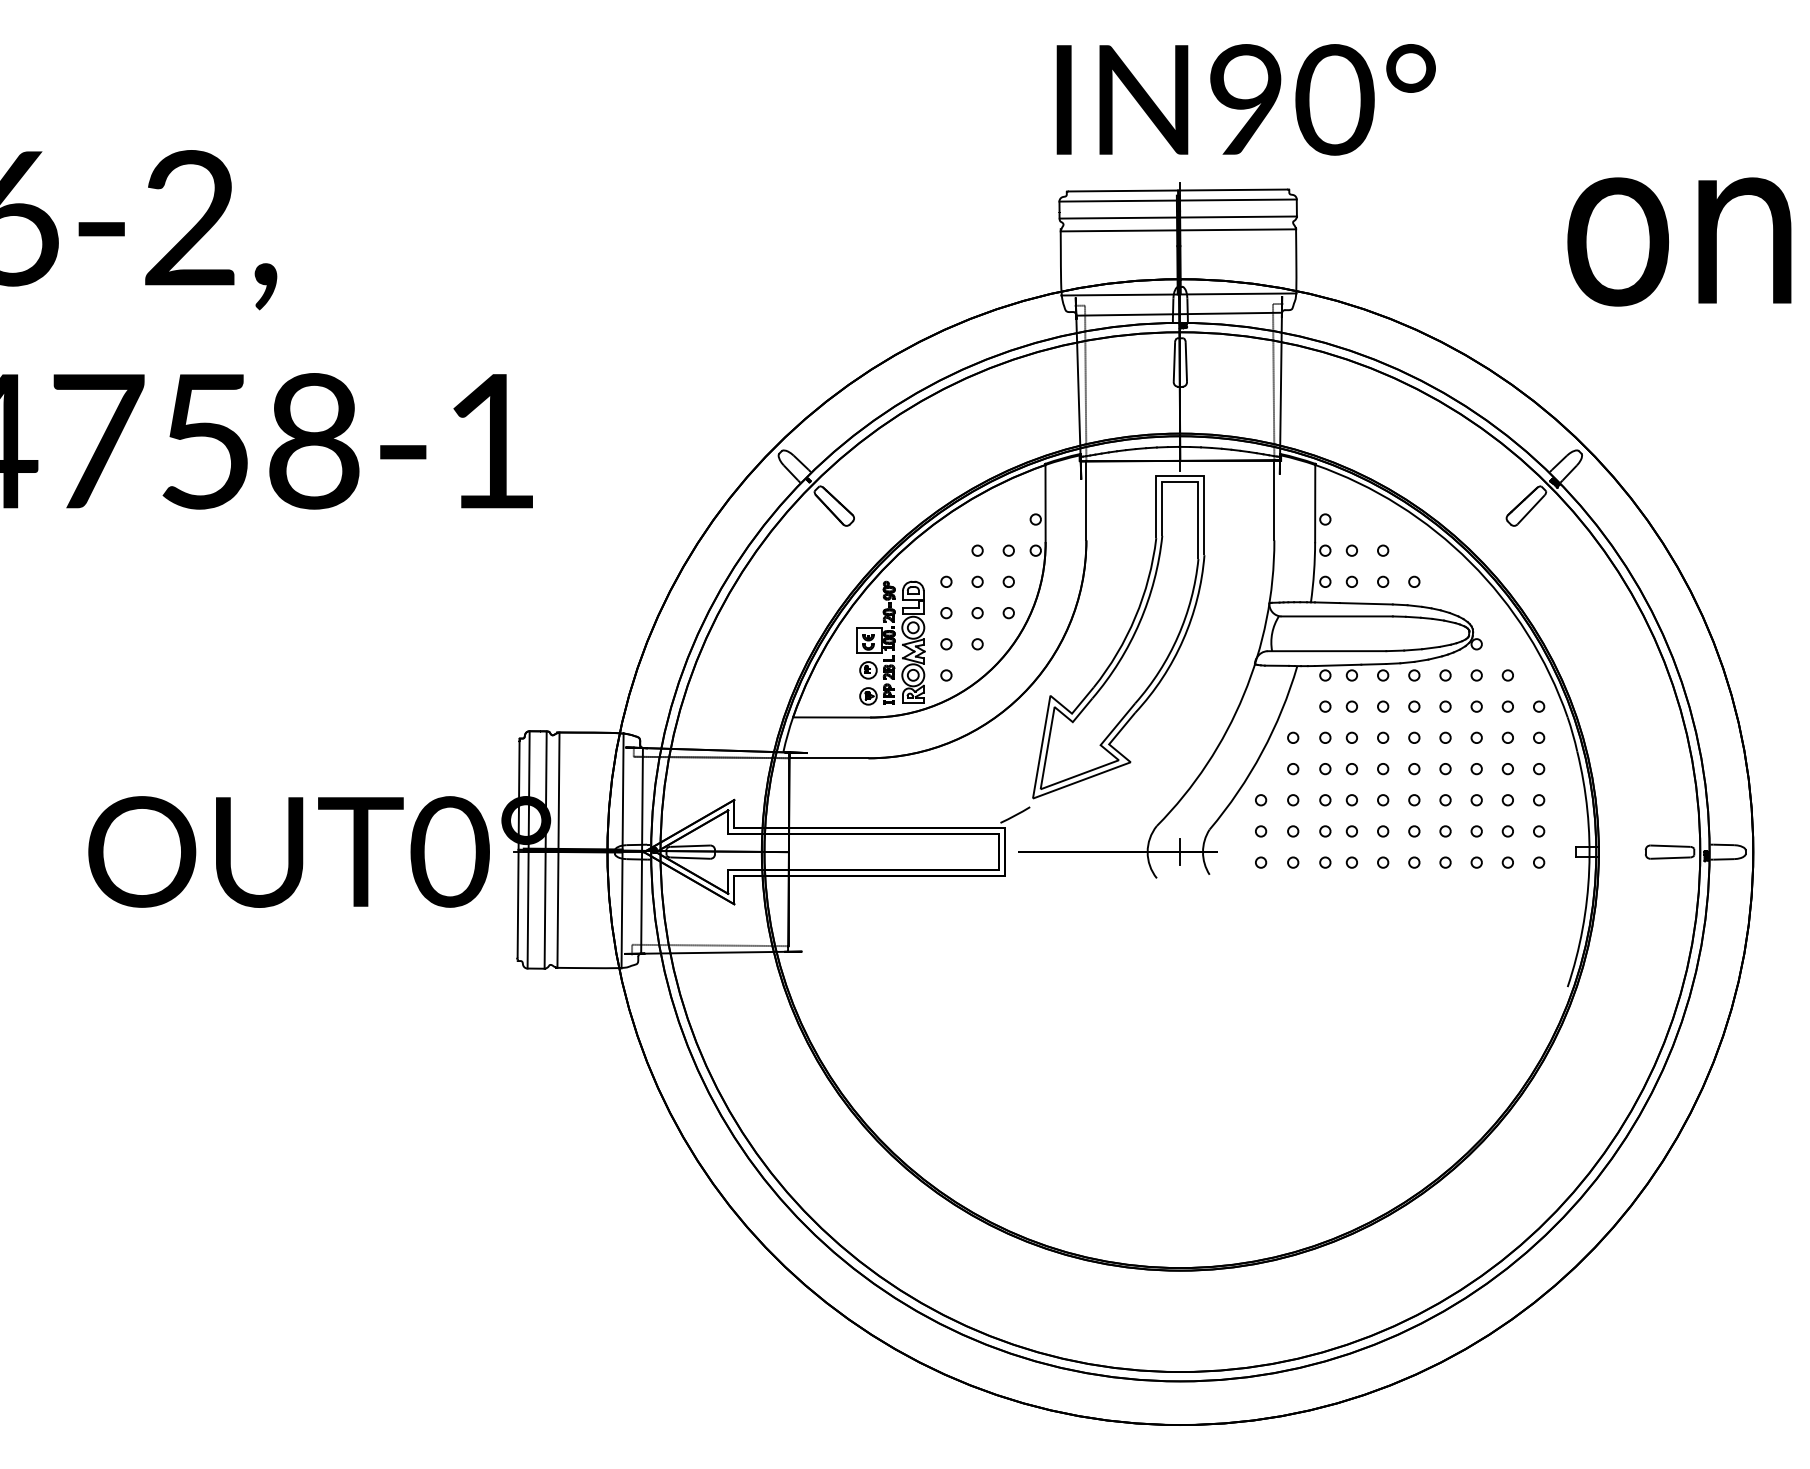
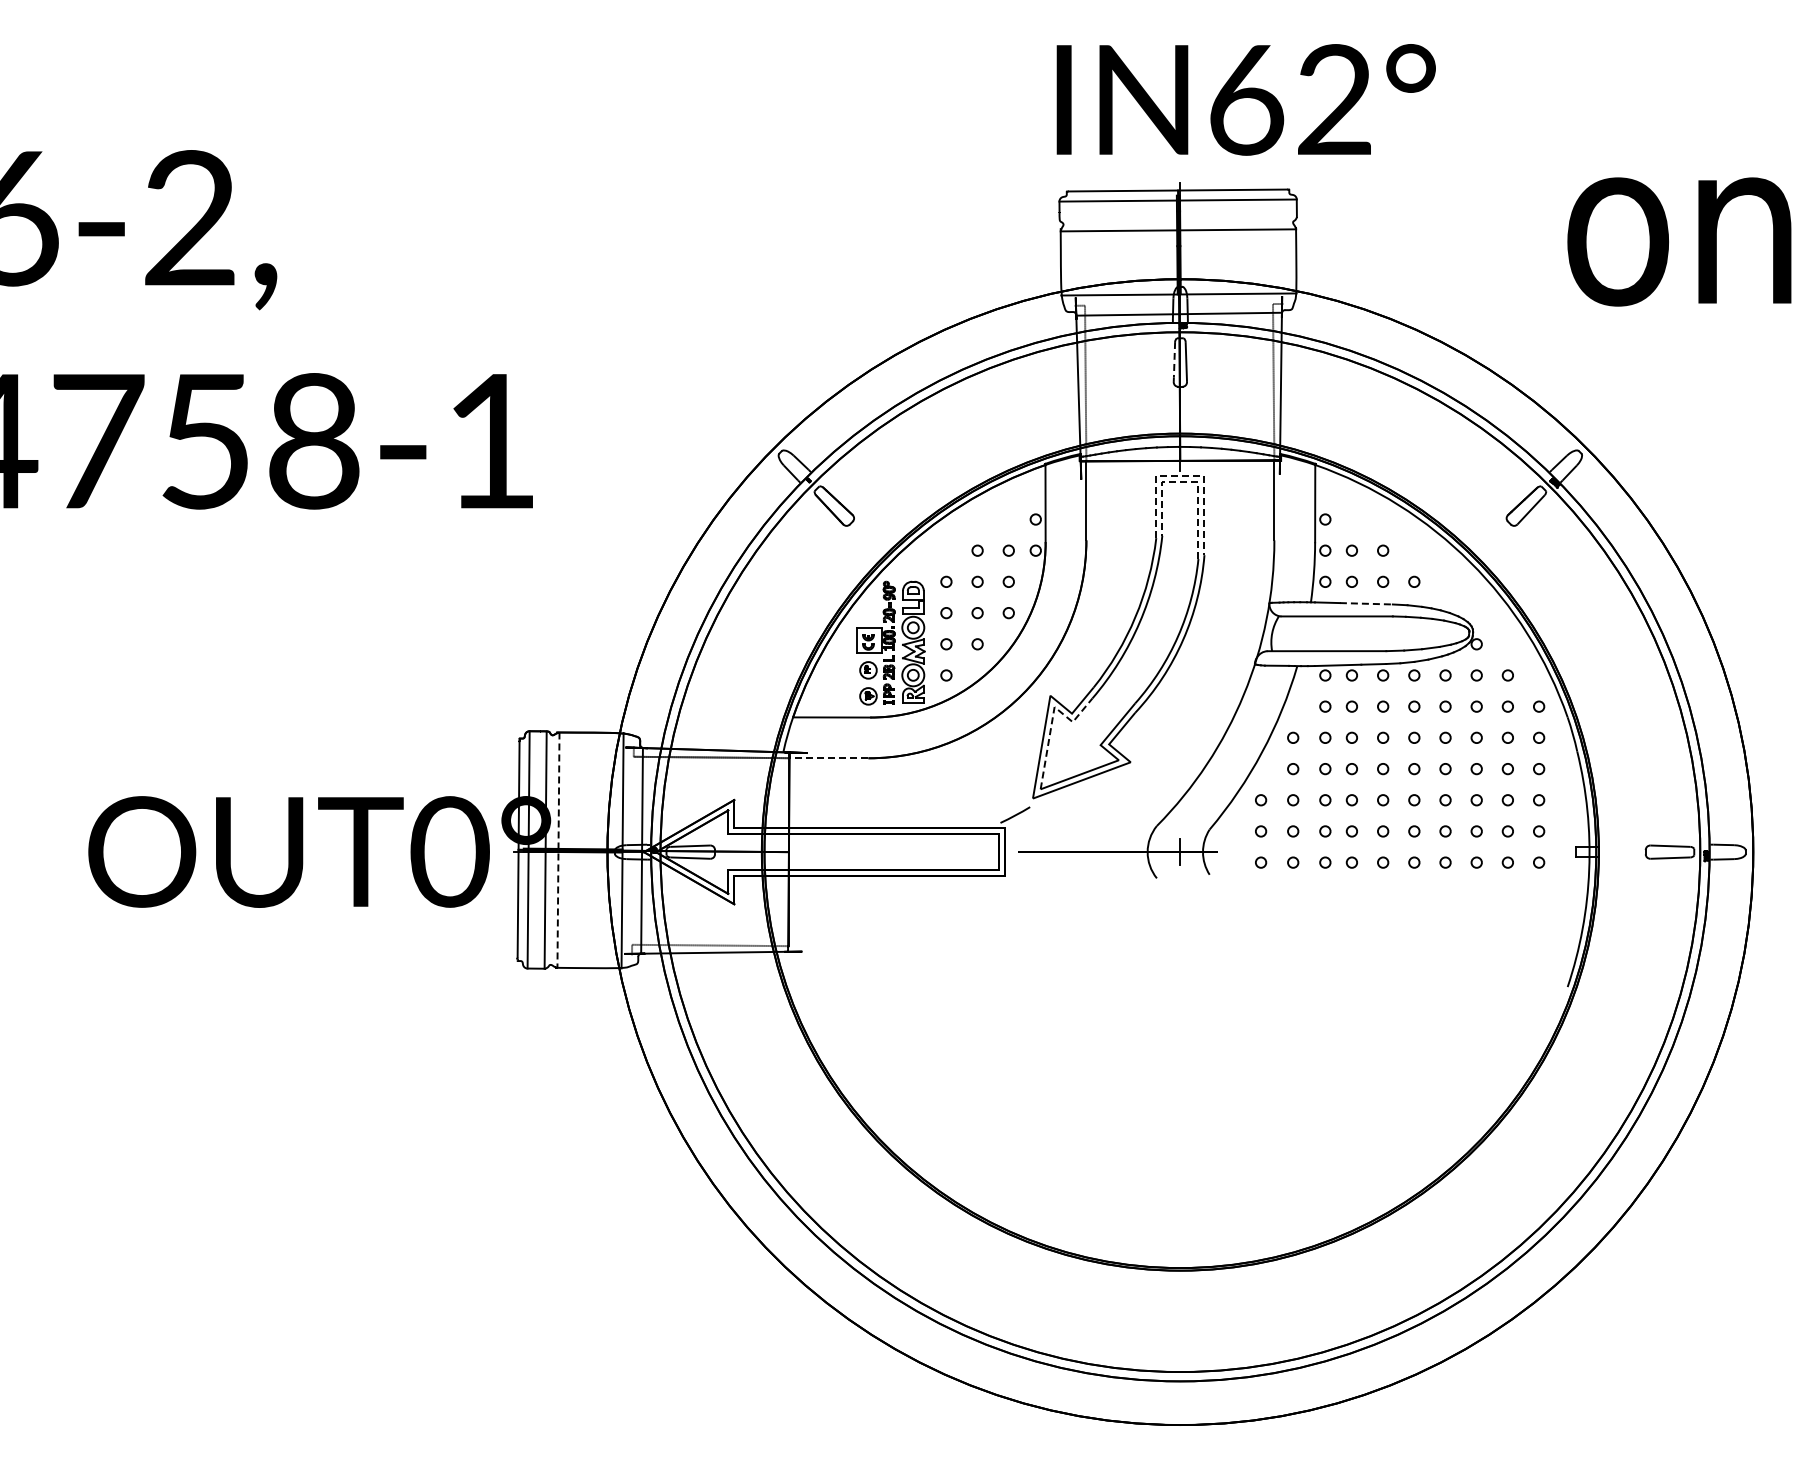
text at (1292, 99): IN90° -> IN62°
line at (1178, 217): present -> none
line at (1174, 361): solid -> dashed
line at (1188, 476): solid -> dashed
line at (1191, 482): solid -> dashed
line at (1366, 603): solid -> dashed
line at (1052, 719): solid -> dashed
line at (828, 758): solid -> dashed
line at (558, 850): solid -> dashed
